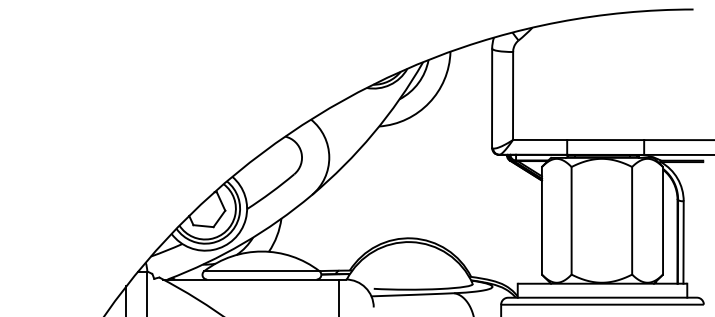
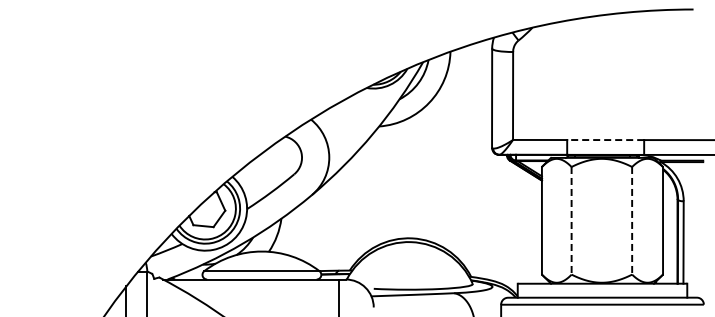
line at (605, 140): solid -> dashed
line at (571, 220): solid -> dashed
line at (632, 220): solid -> dashed
